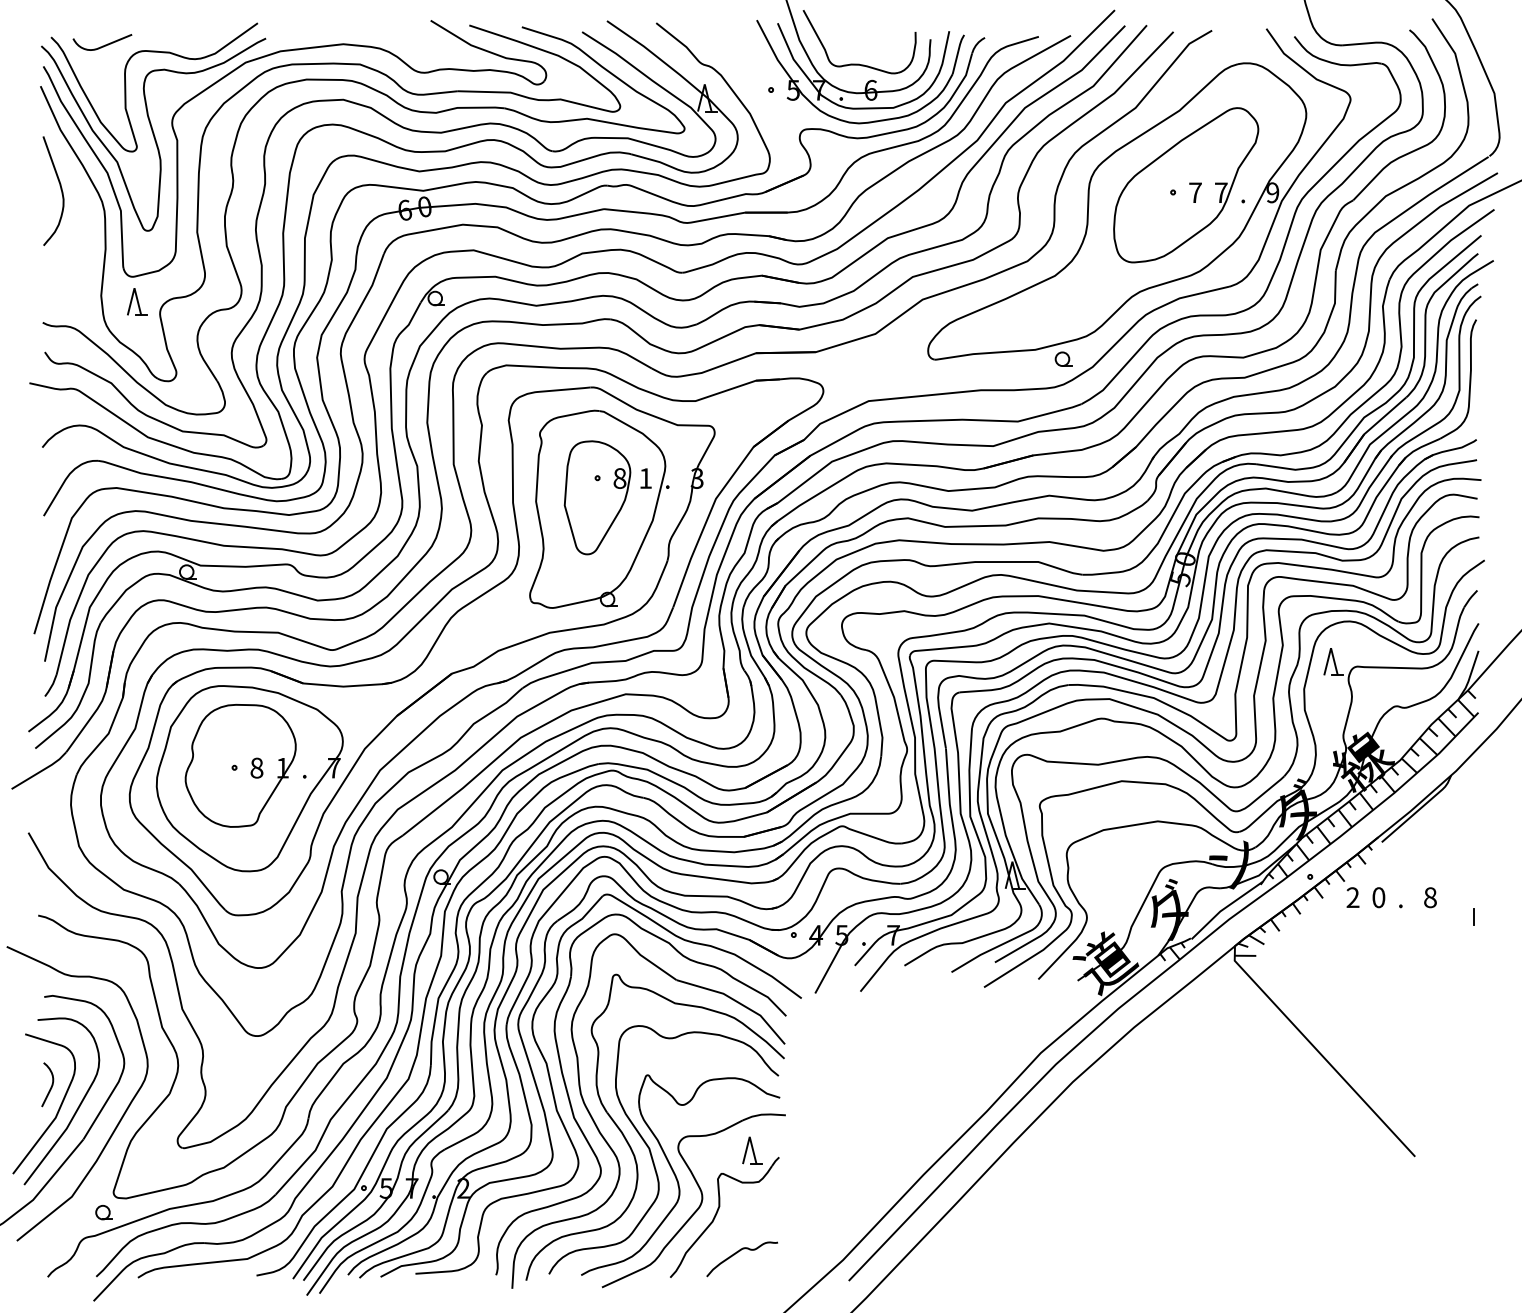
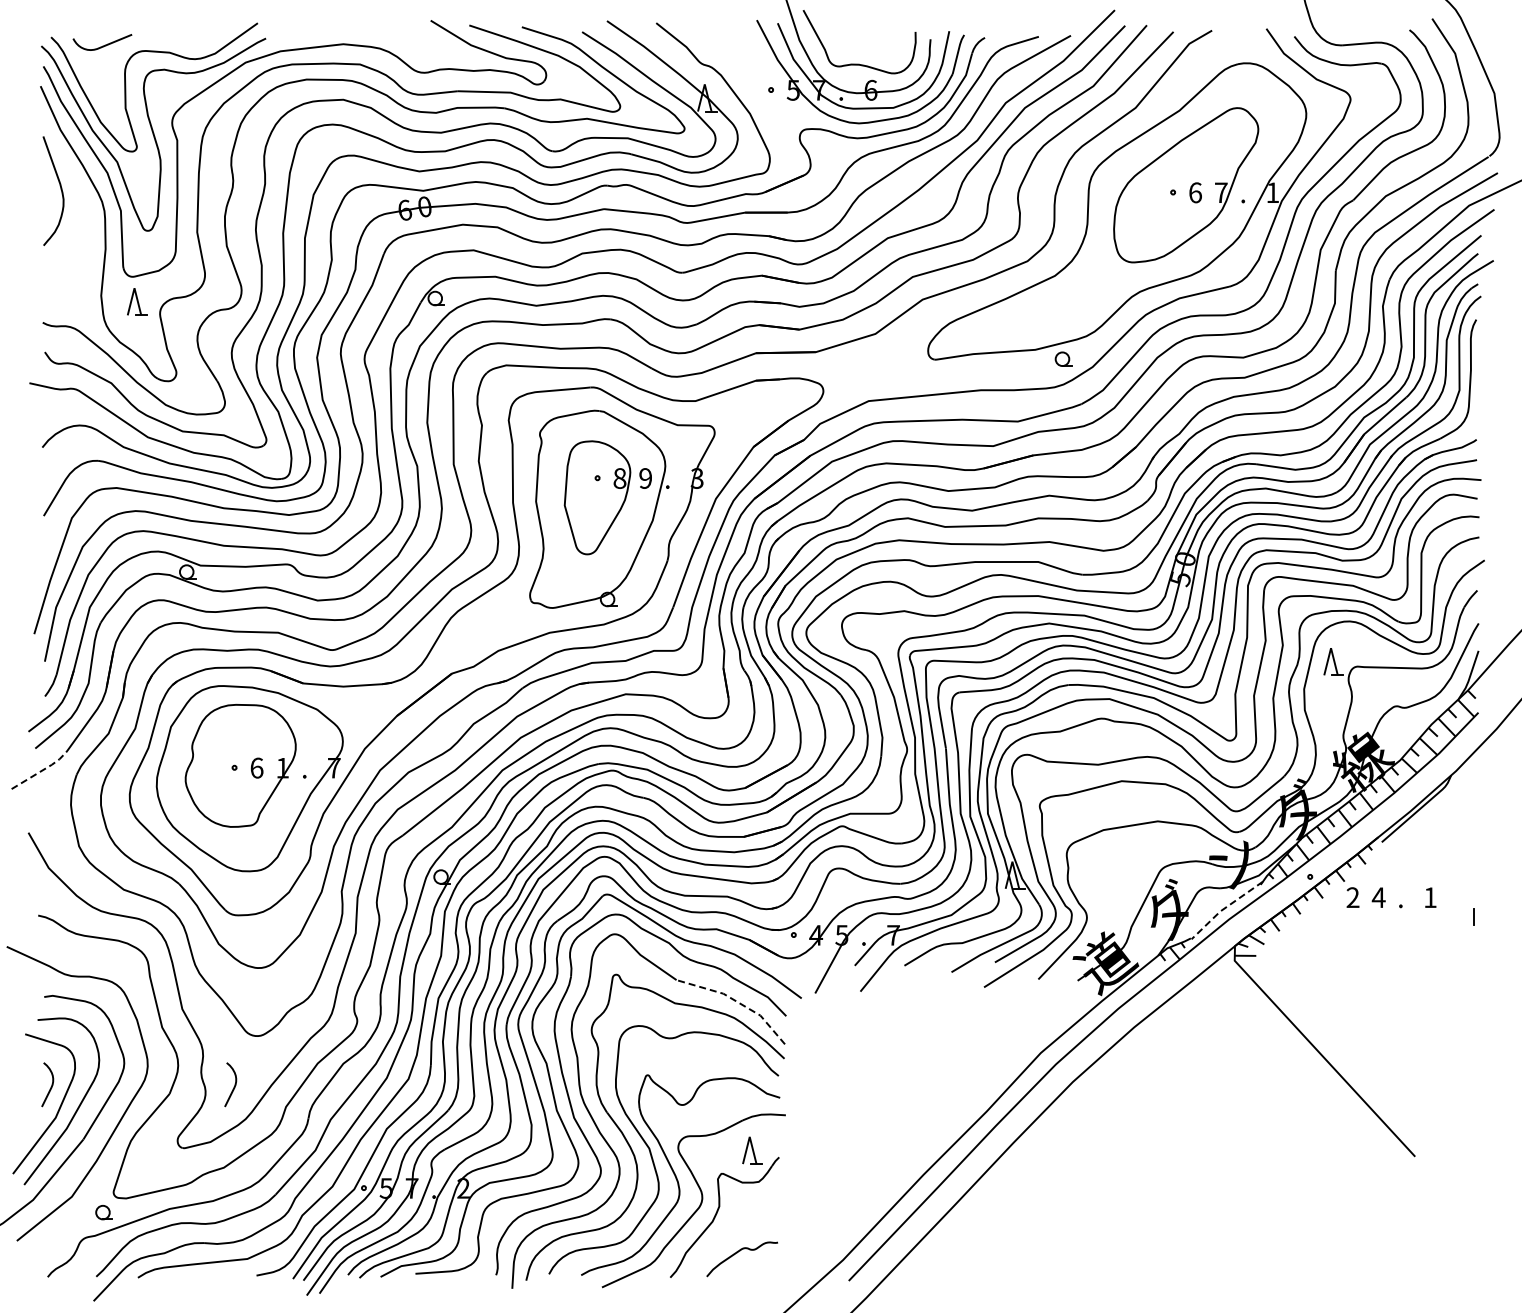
text at (1195, 192): 7 -> 6
text at (1272, 192): 9 -> 1
text at (645, 478): 1 -> 9
text at (256, 767): 8 -> 6
line at (41, 771): solid -> dashed
text at (1378, 897): 0 -> 4
text at (1430, 897): 8 -> 1
line at (1224, 908): solid -> dashed
line at (736, 1001): solid -> dashed
curve at (233, 1086): none -> present
